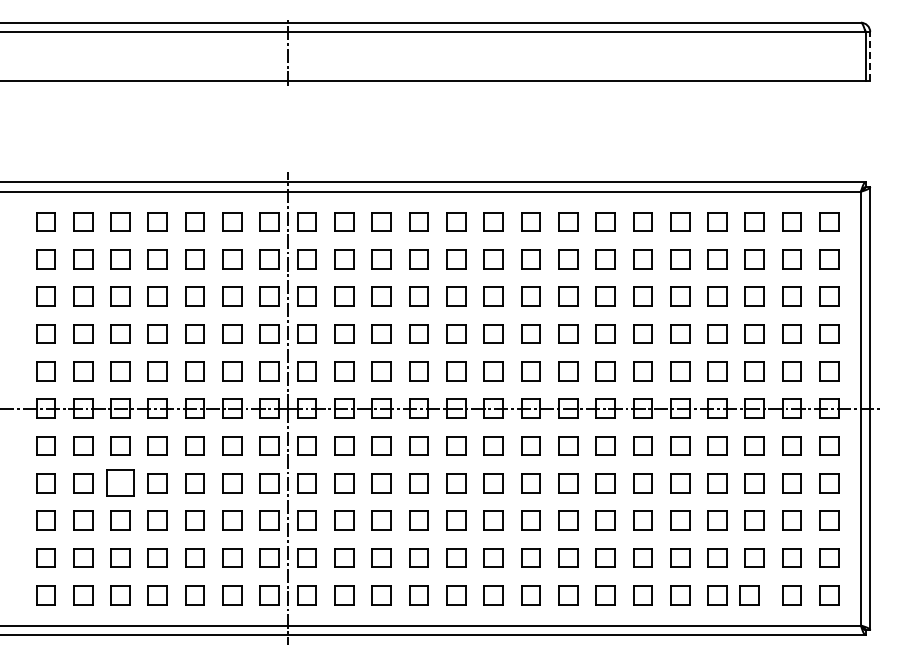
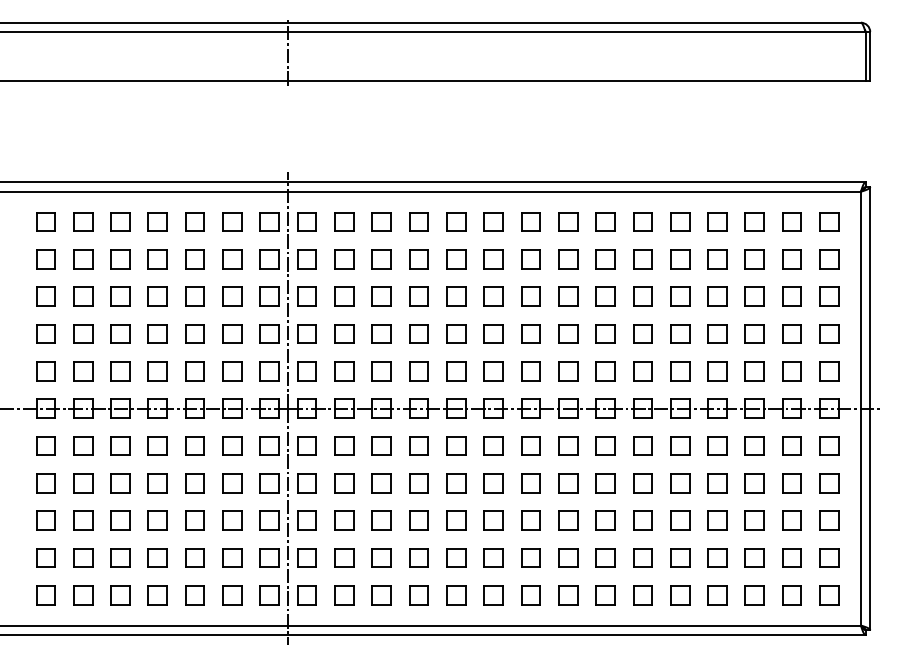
line at (870, 56): dashed -> solid
part at (120, 482) size: 29x28 px -> 21x21 px
part at (749, 595) position: (749, 595) -> (754, 595)
